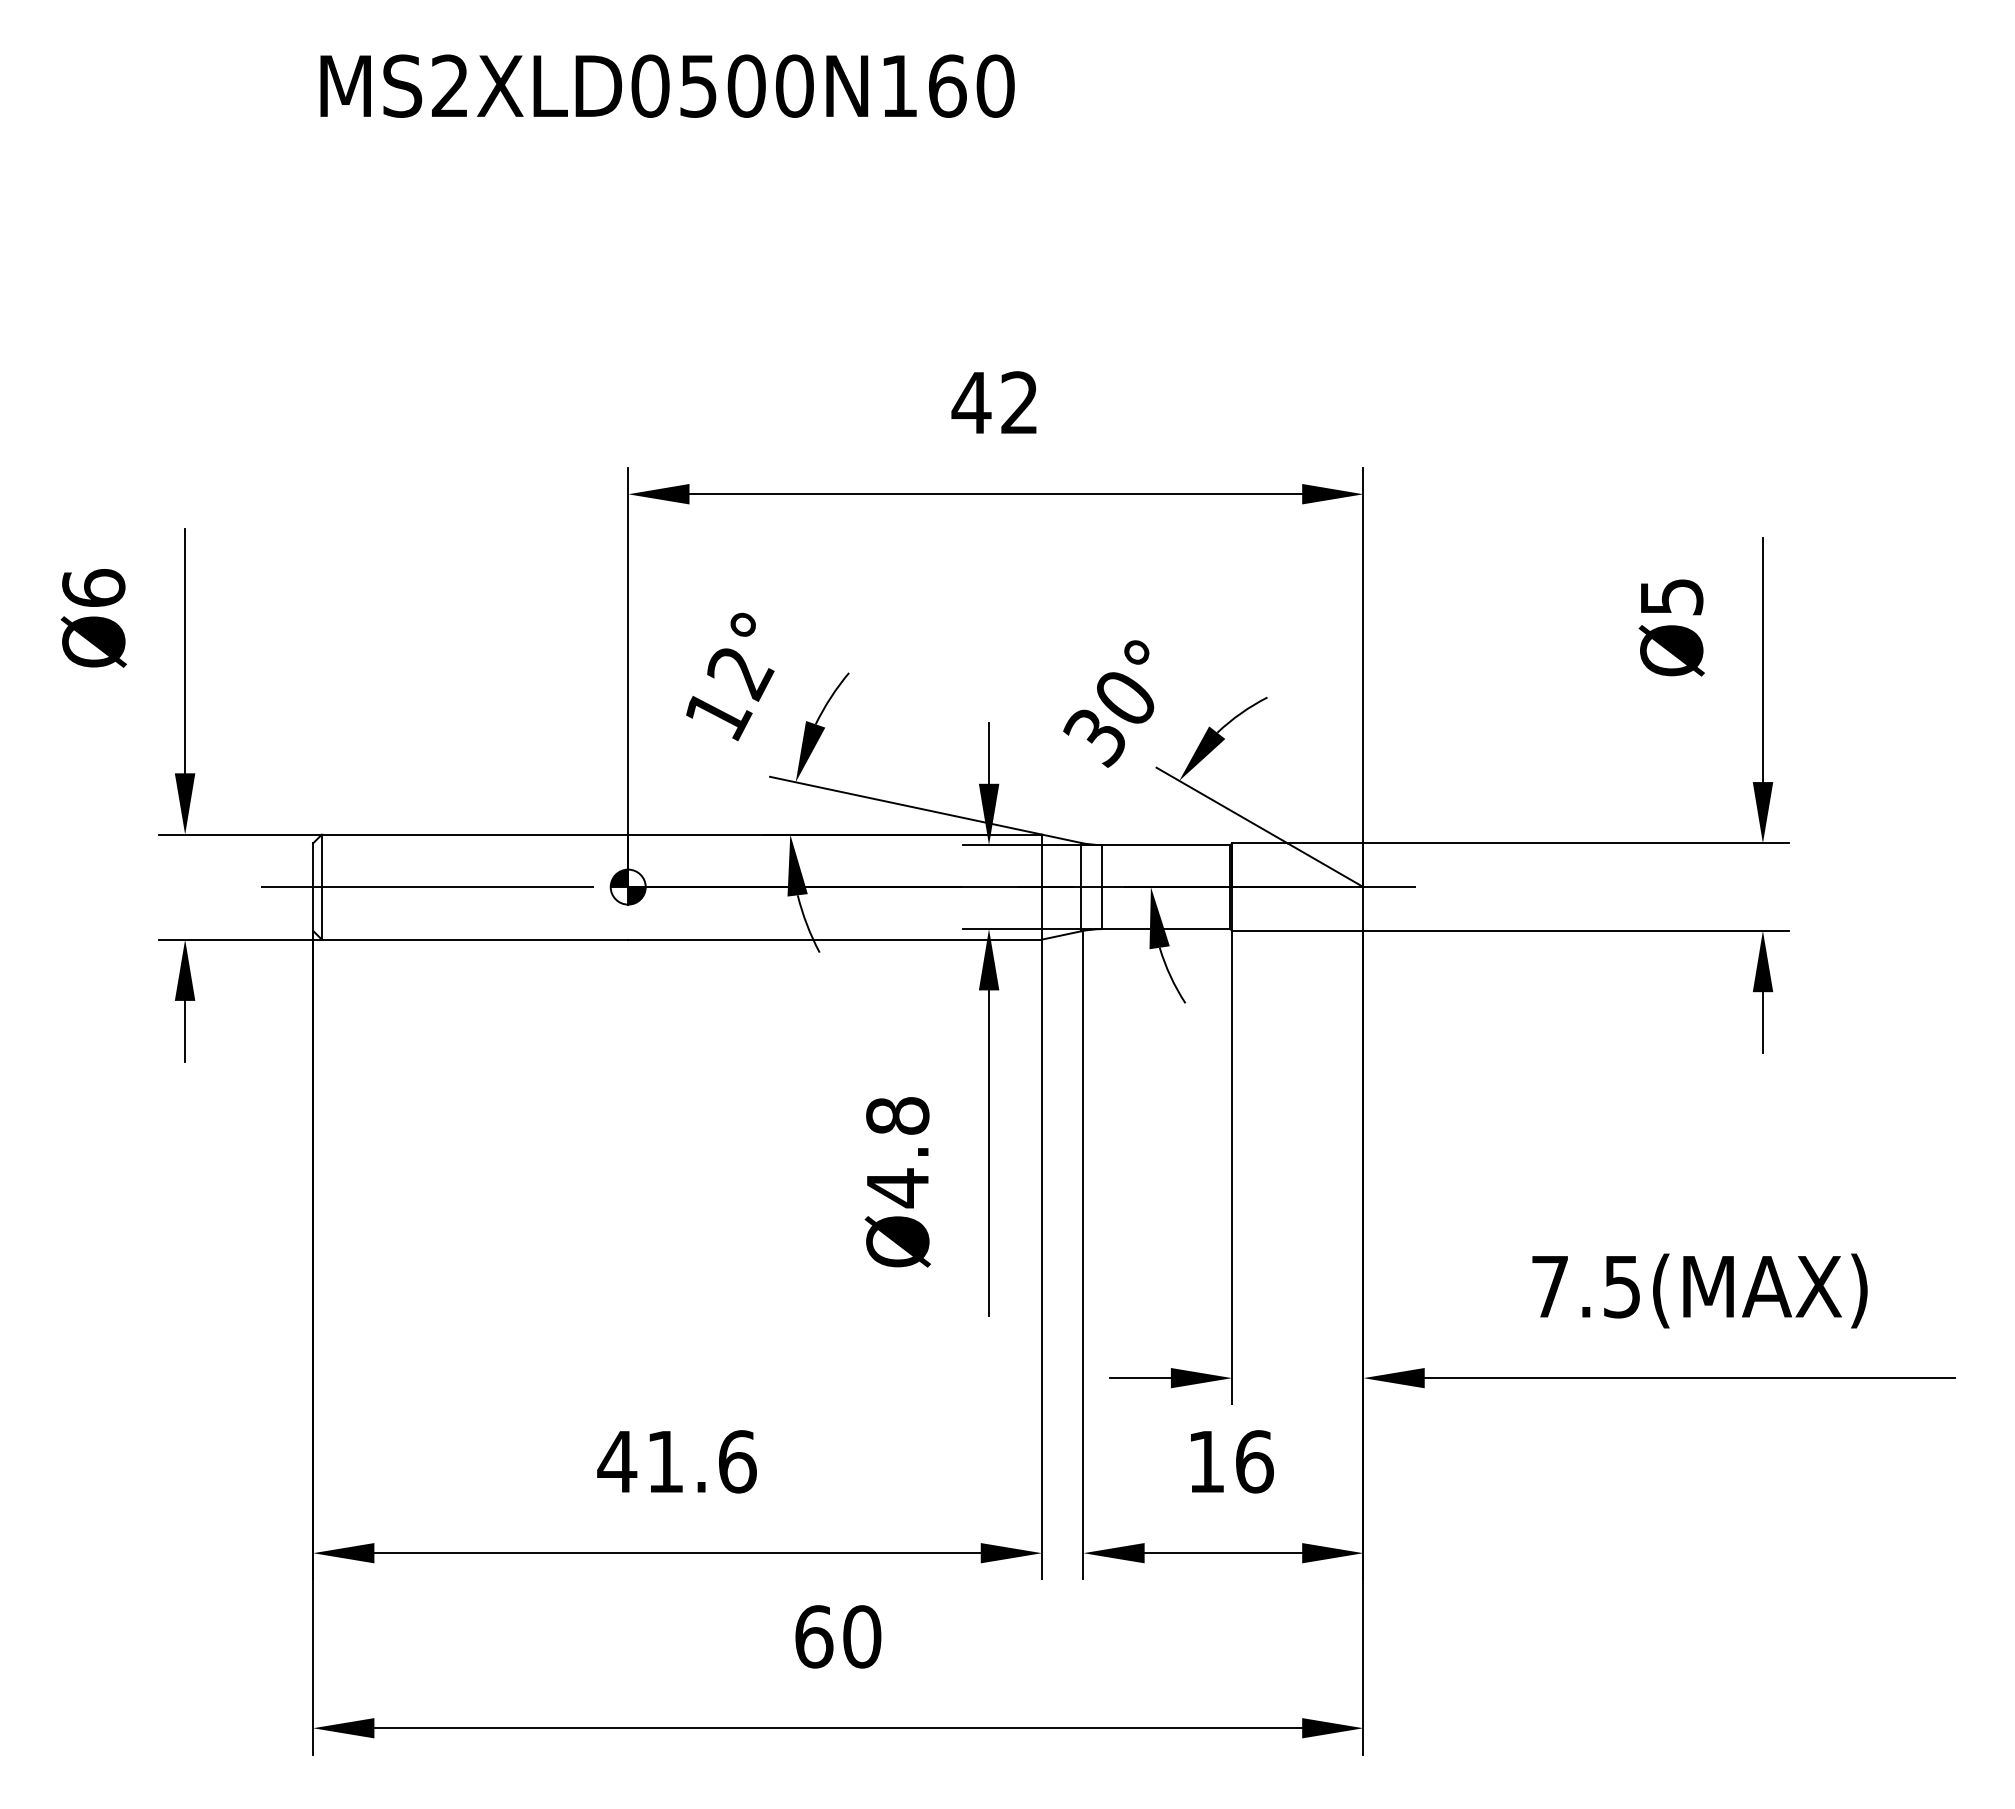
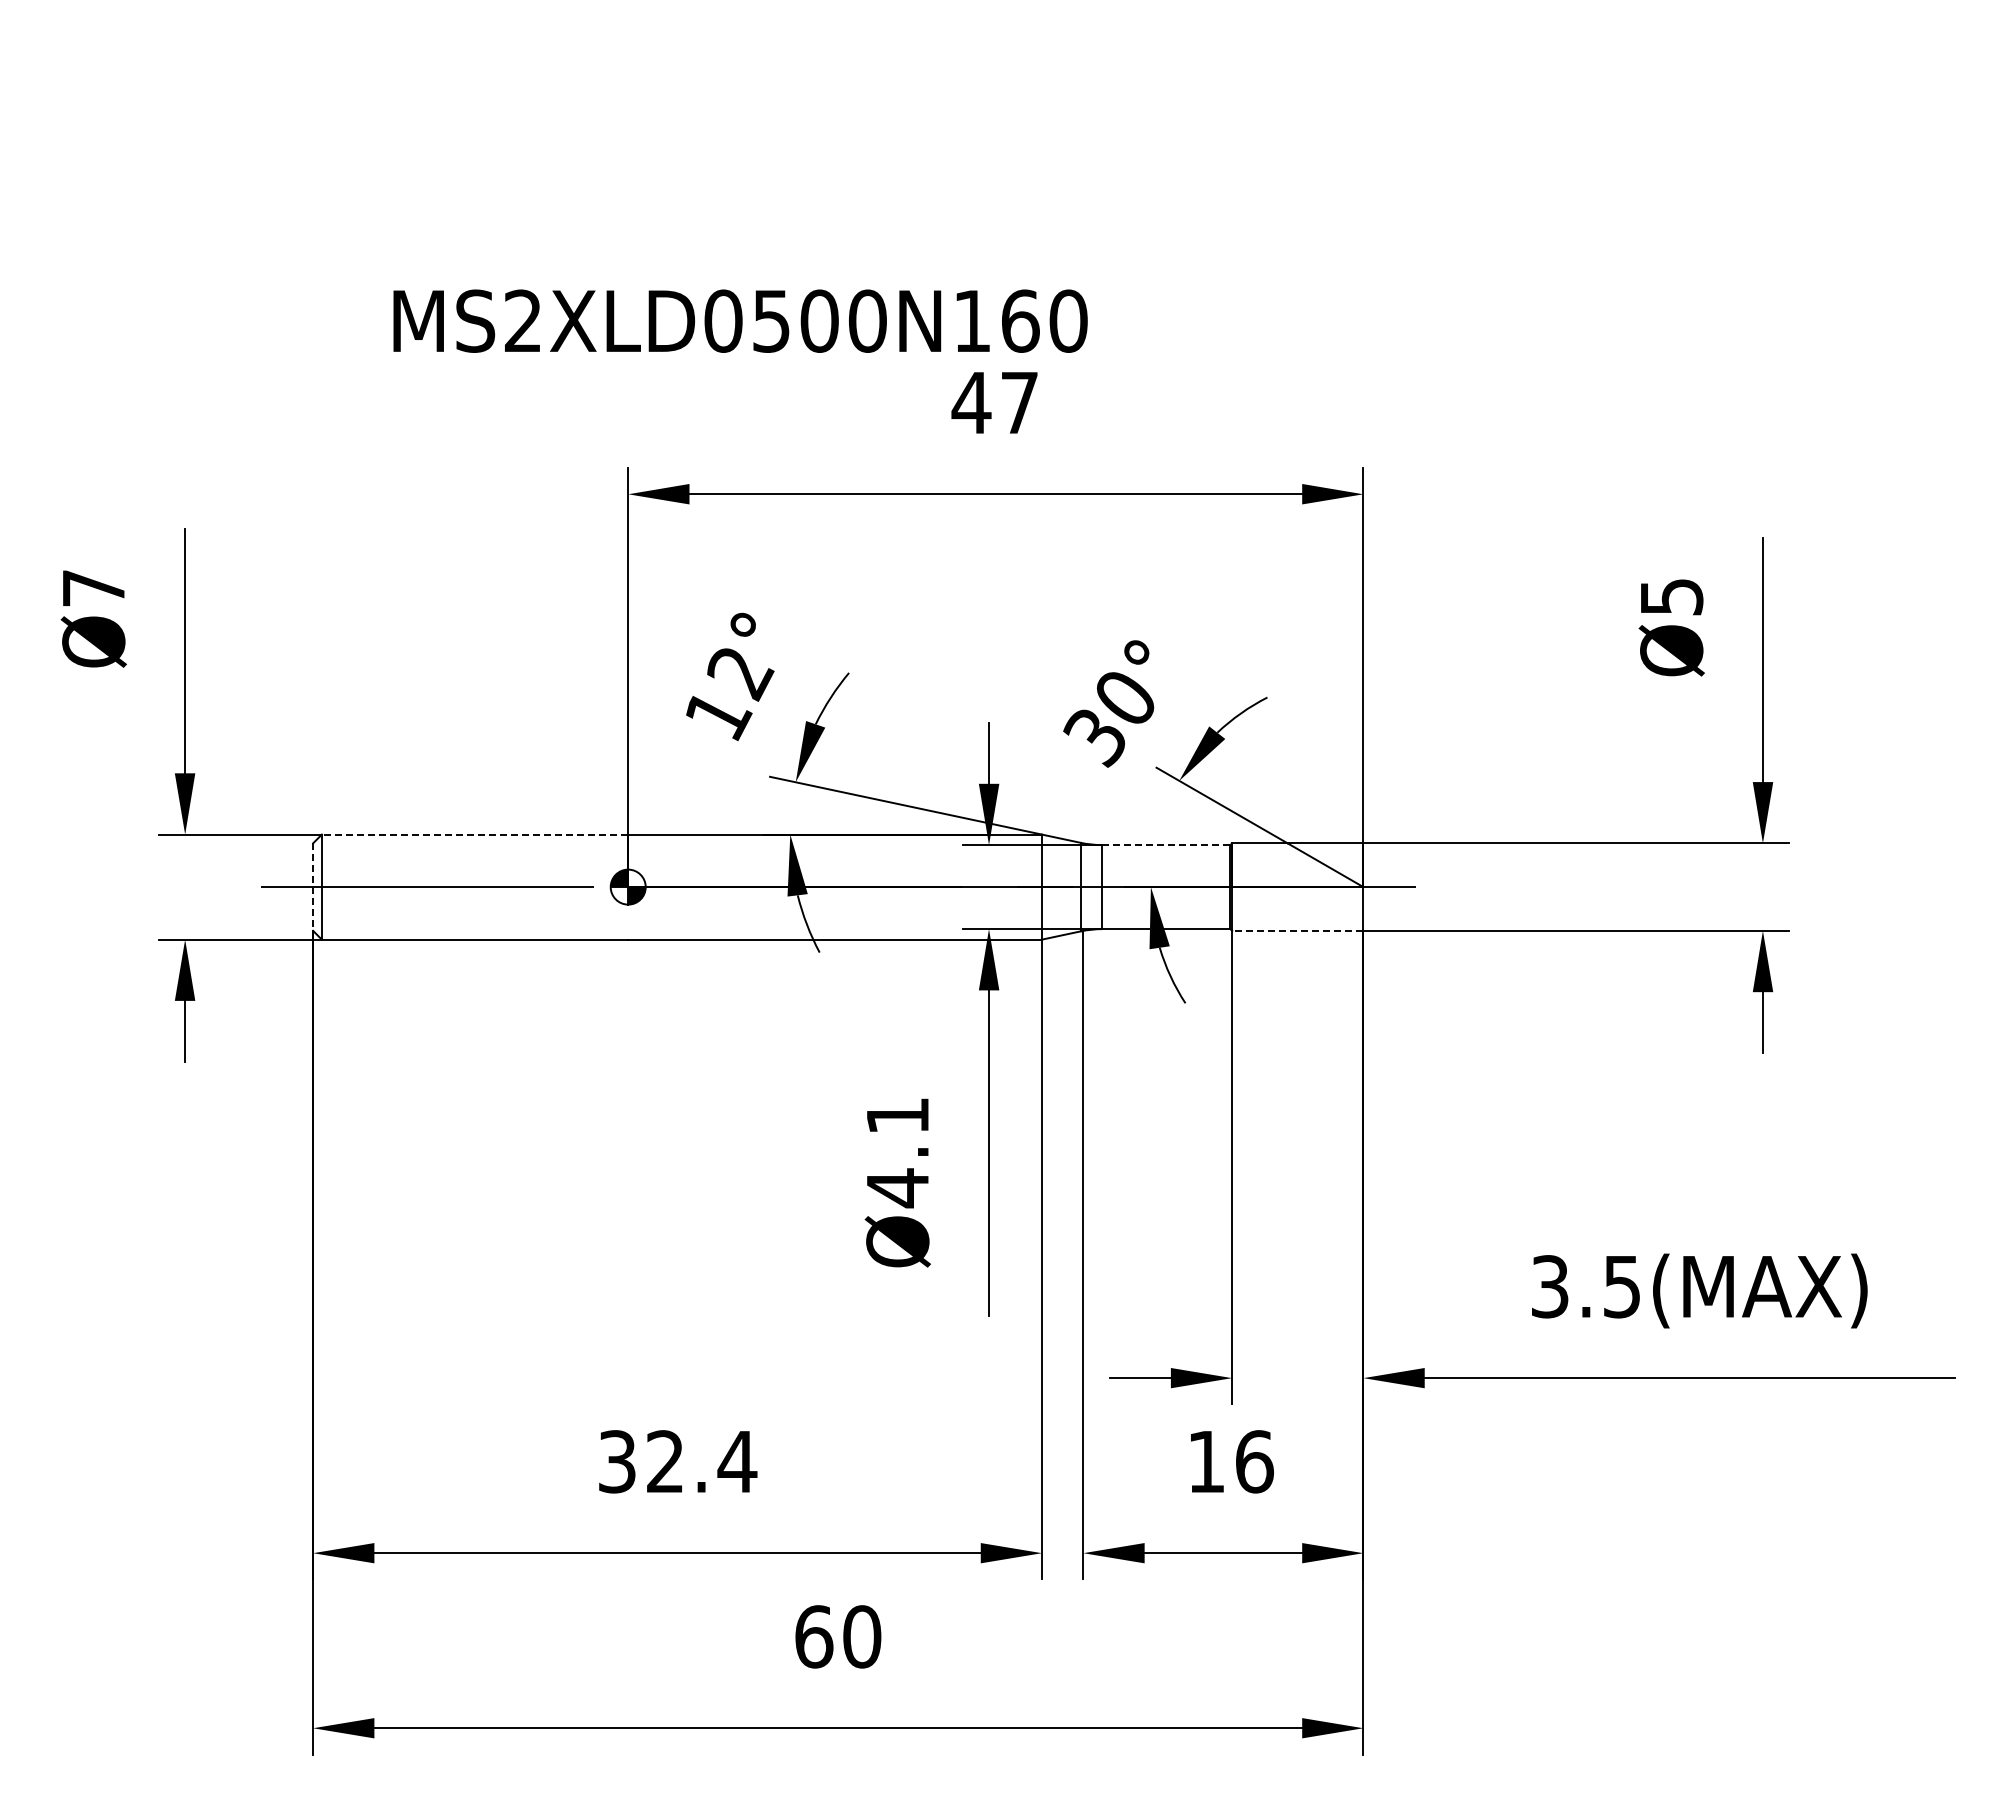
text at (667, 85) position: (667, 85) -> (740, 320)
text at (1019, 402): 42 -> 47
text at (93, 587): Ø6 -> Ø7
line at (474, 834): solid -> dashed
line at (1166, 845): solid -> dashed
line at (313, 887): solid -> dashed
line at (1297, 930): solid -> dashed
text at (897, 1115): Ø4.8 -> Ø4.1
text at (1550, 1286): 7.5(MAX) -> 3.5(MAX)
text at (677, 1461): 41.6 -> 32.4
